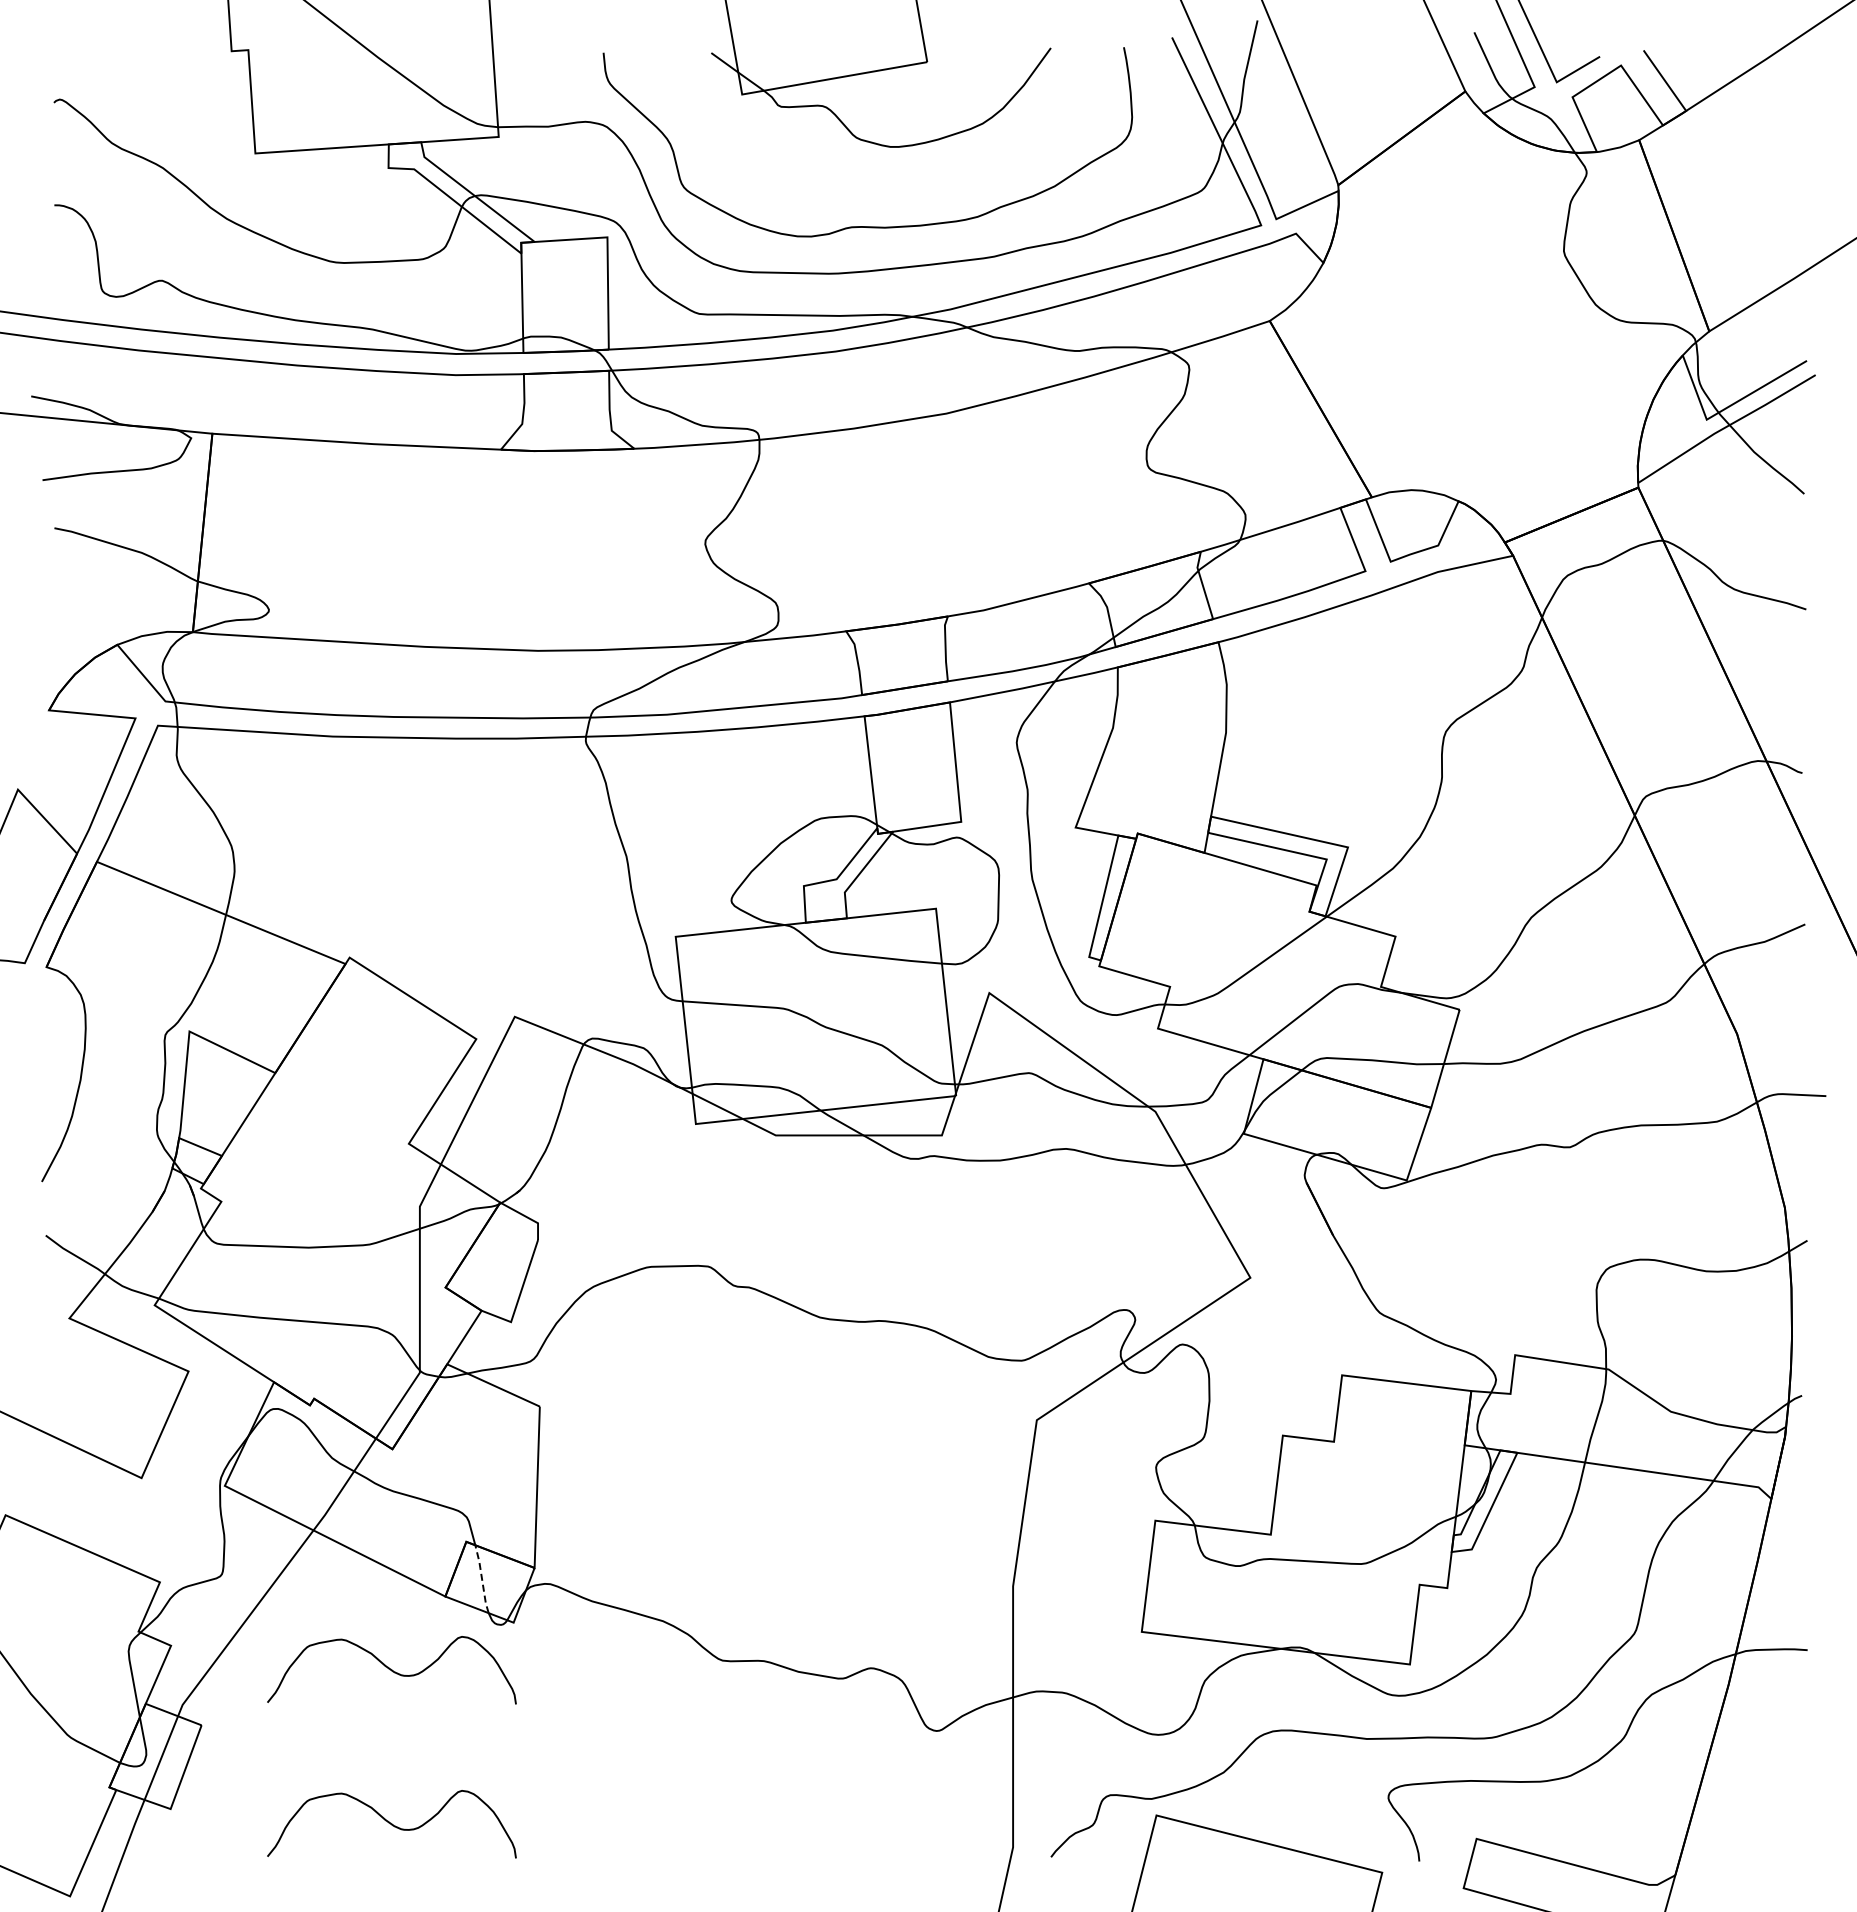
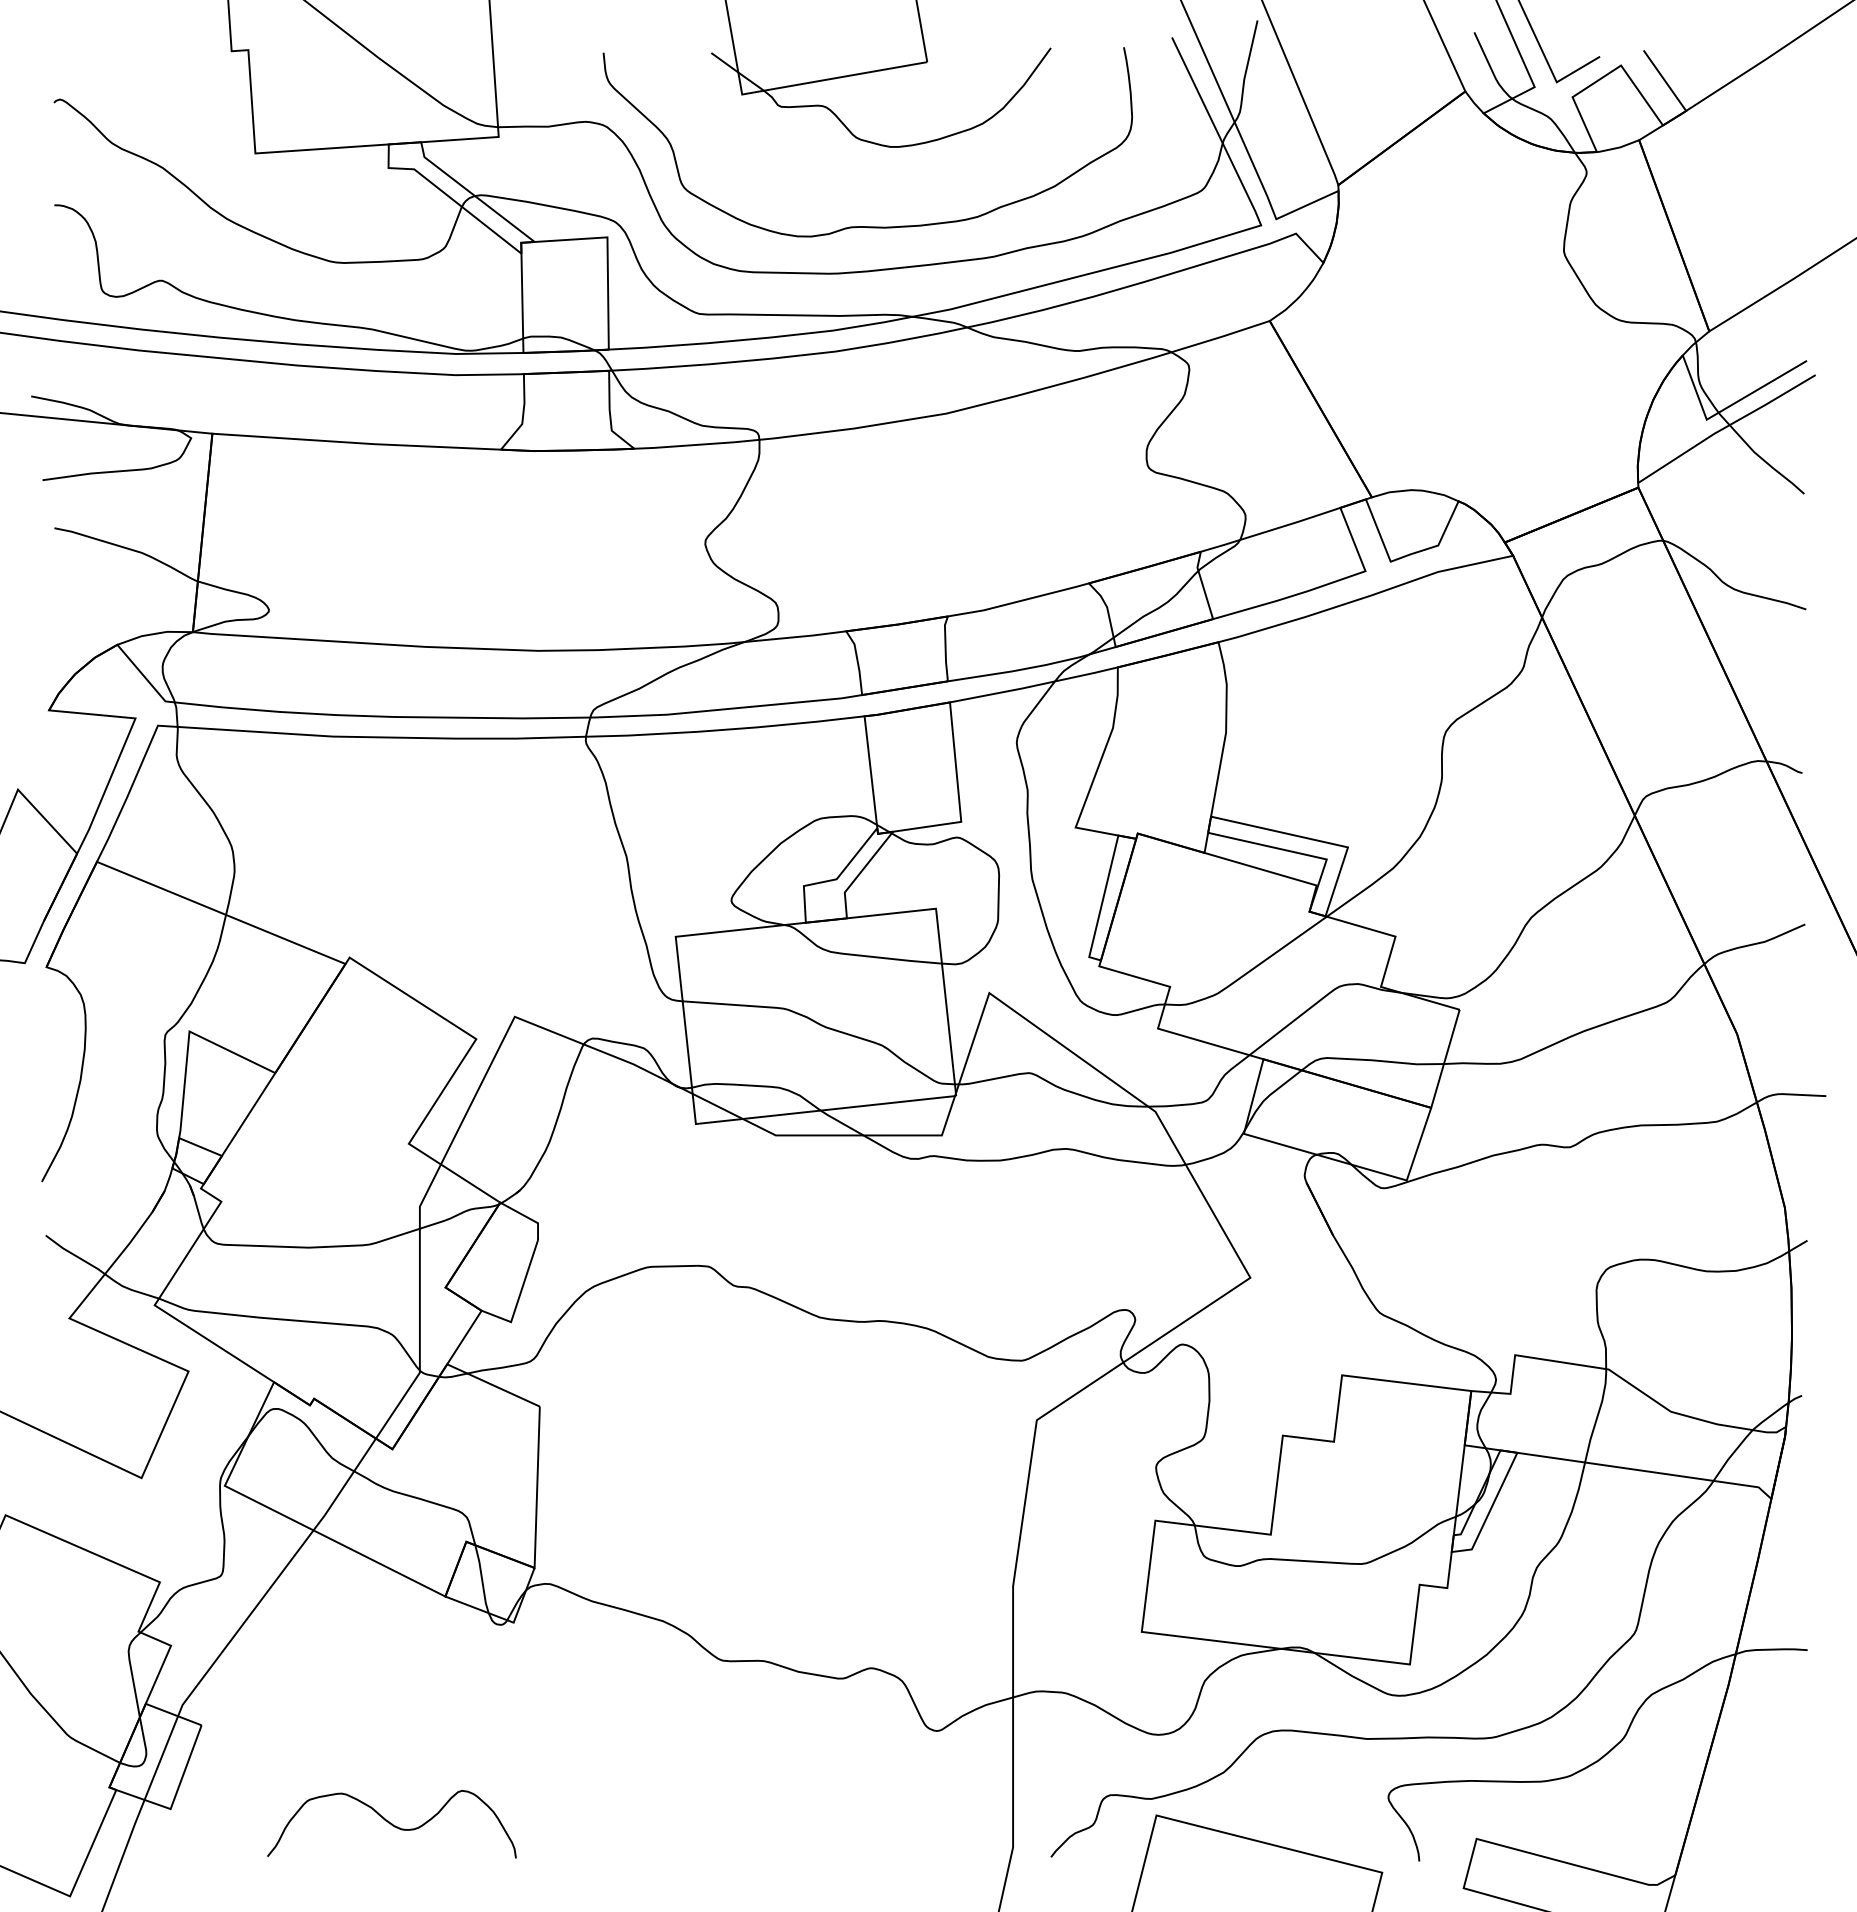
line at (482, 1579): dashed -> solid
curve at (391, 1670): present -> none
